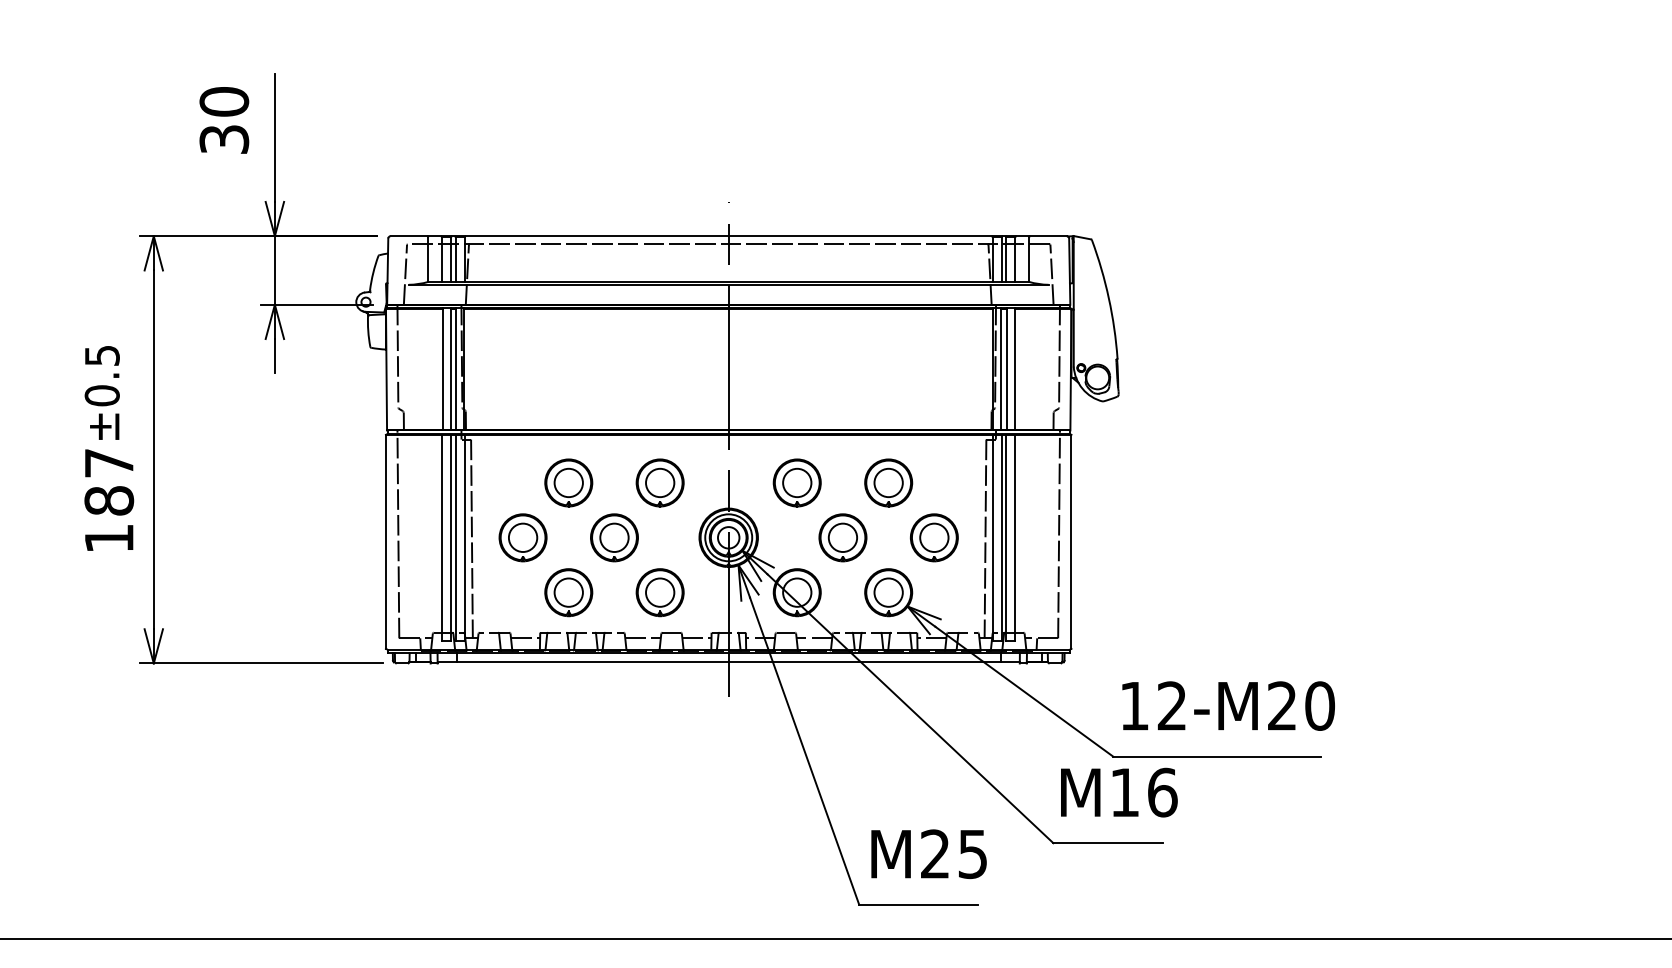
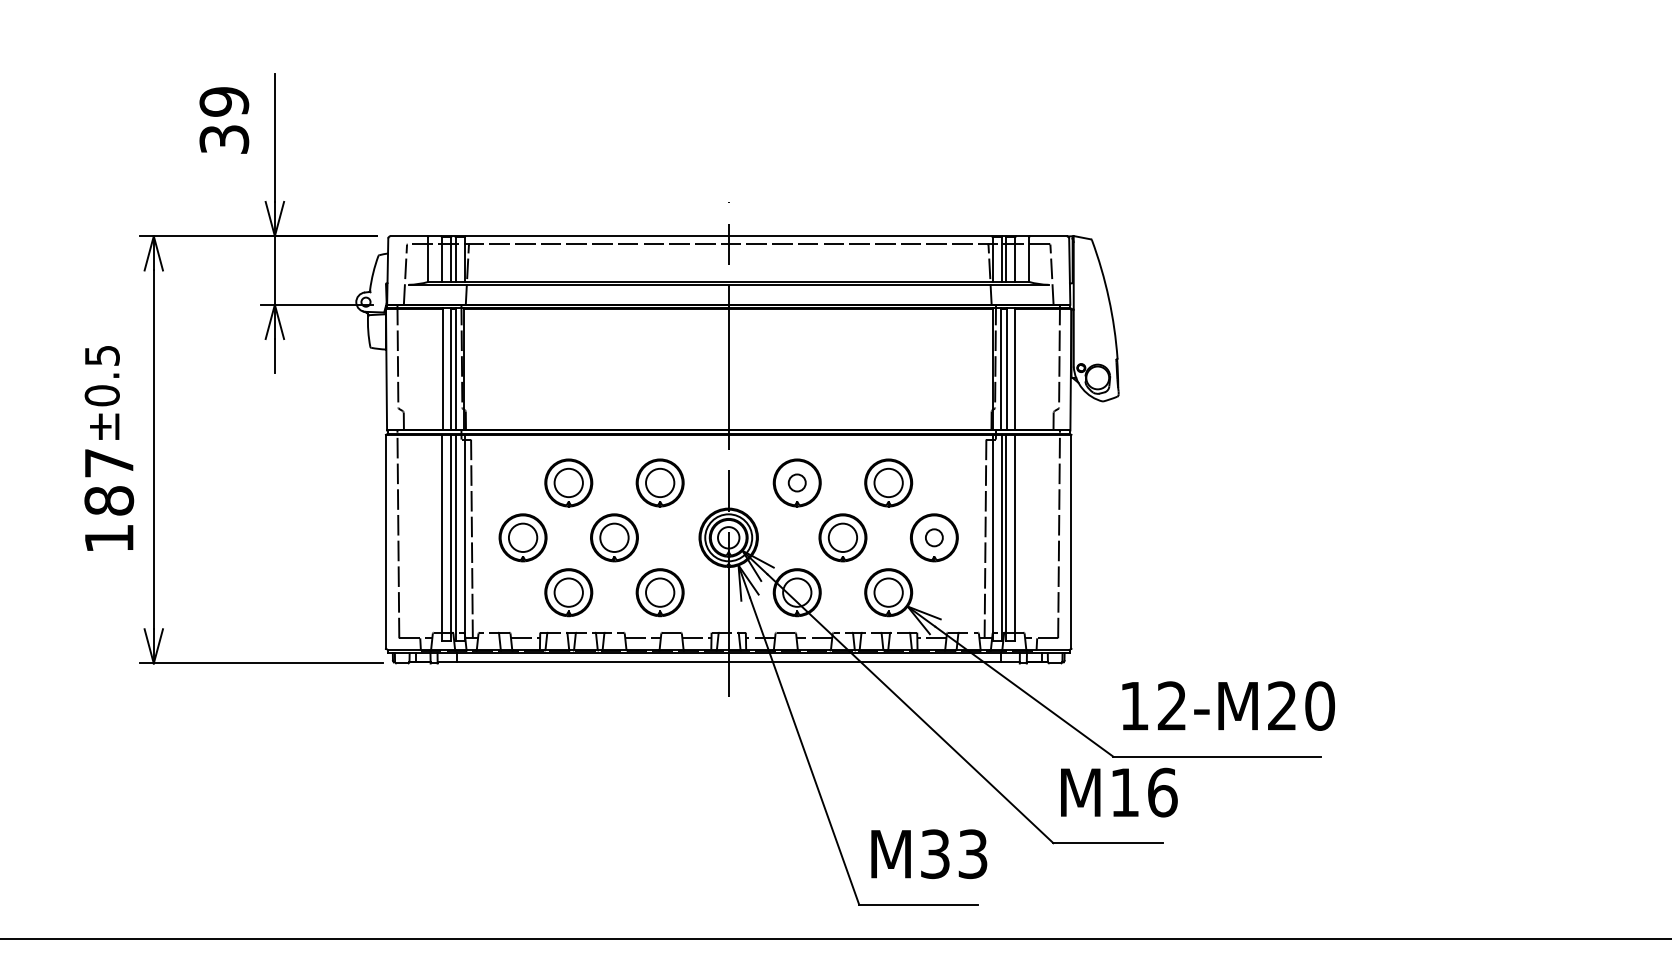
text at (224, 101): 30 -> 39
circle at (797, 482) diameter: 28 px -> 17 px
circle at (934, 537) diameter: 28 px -> 17 px
text at (954, 854): M25 -> M33
